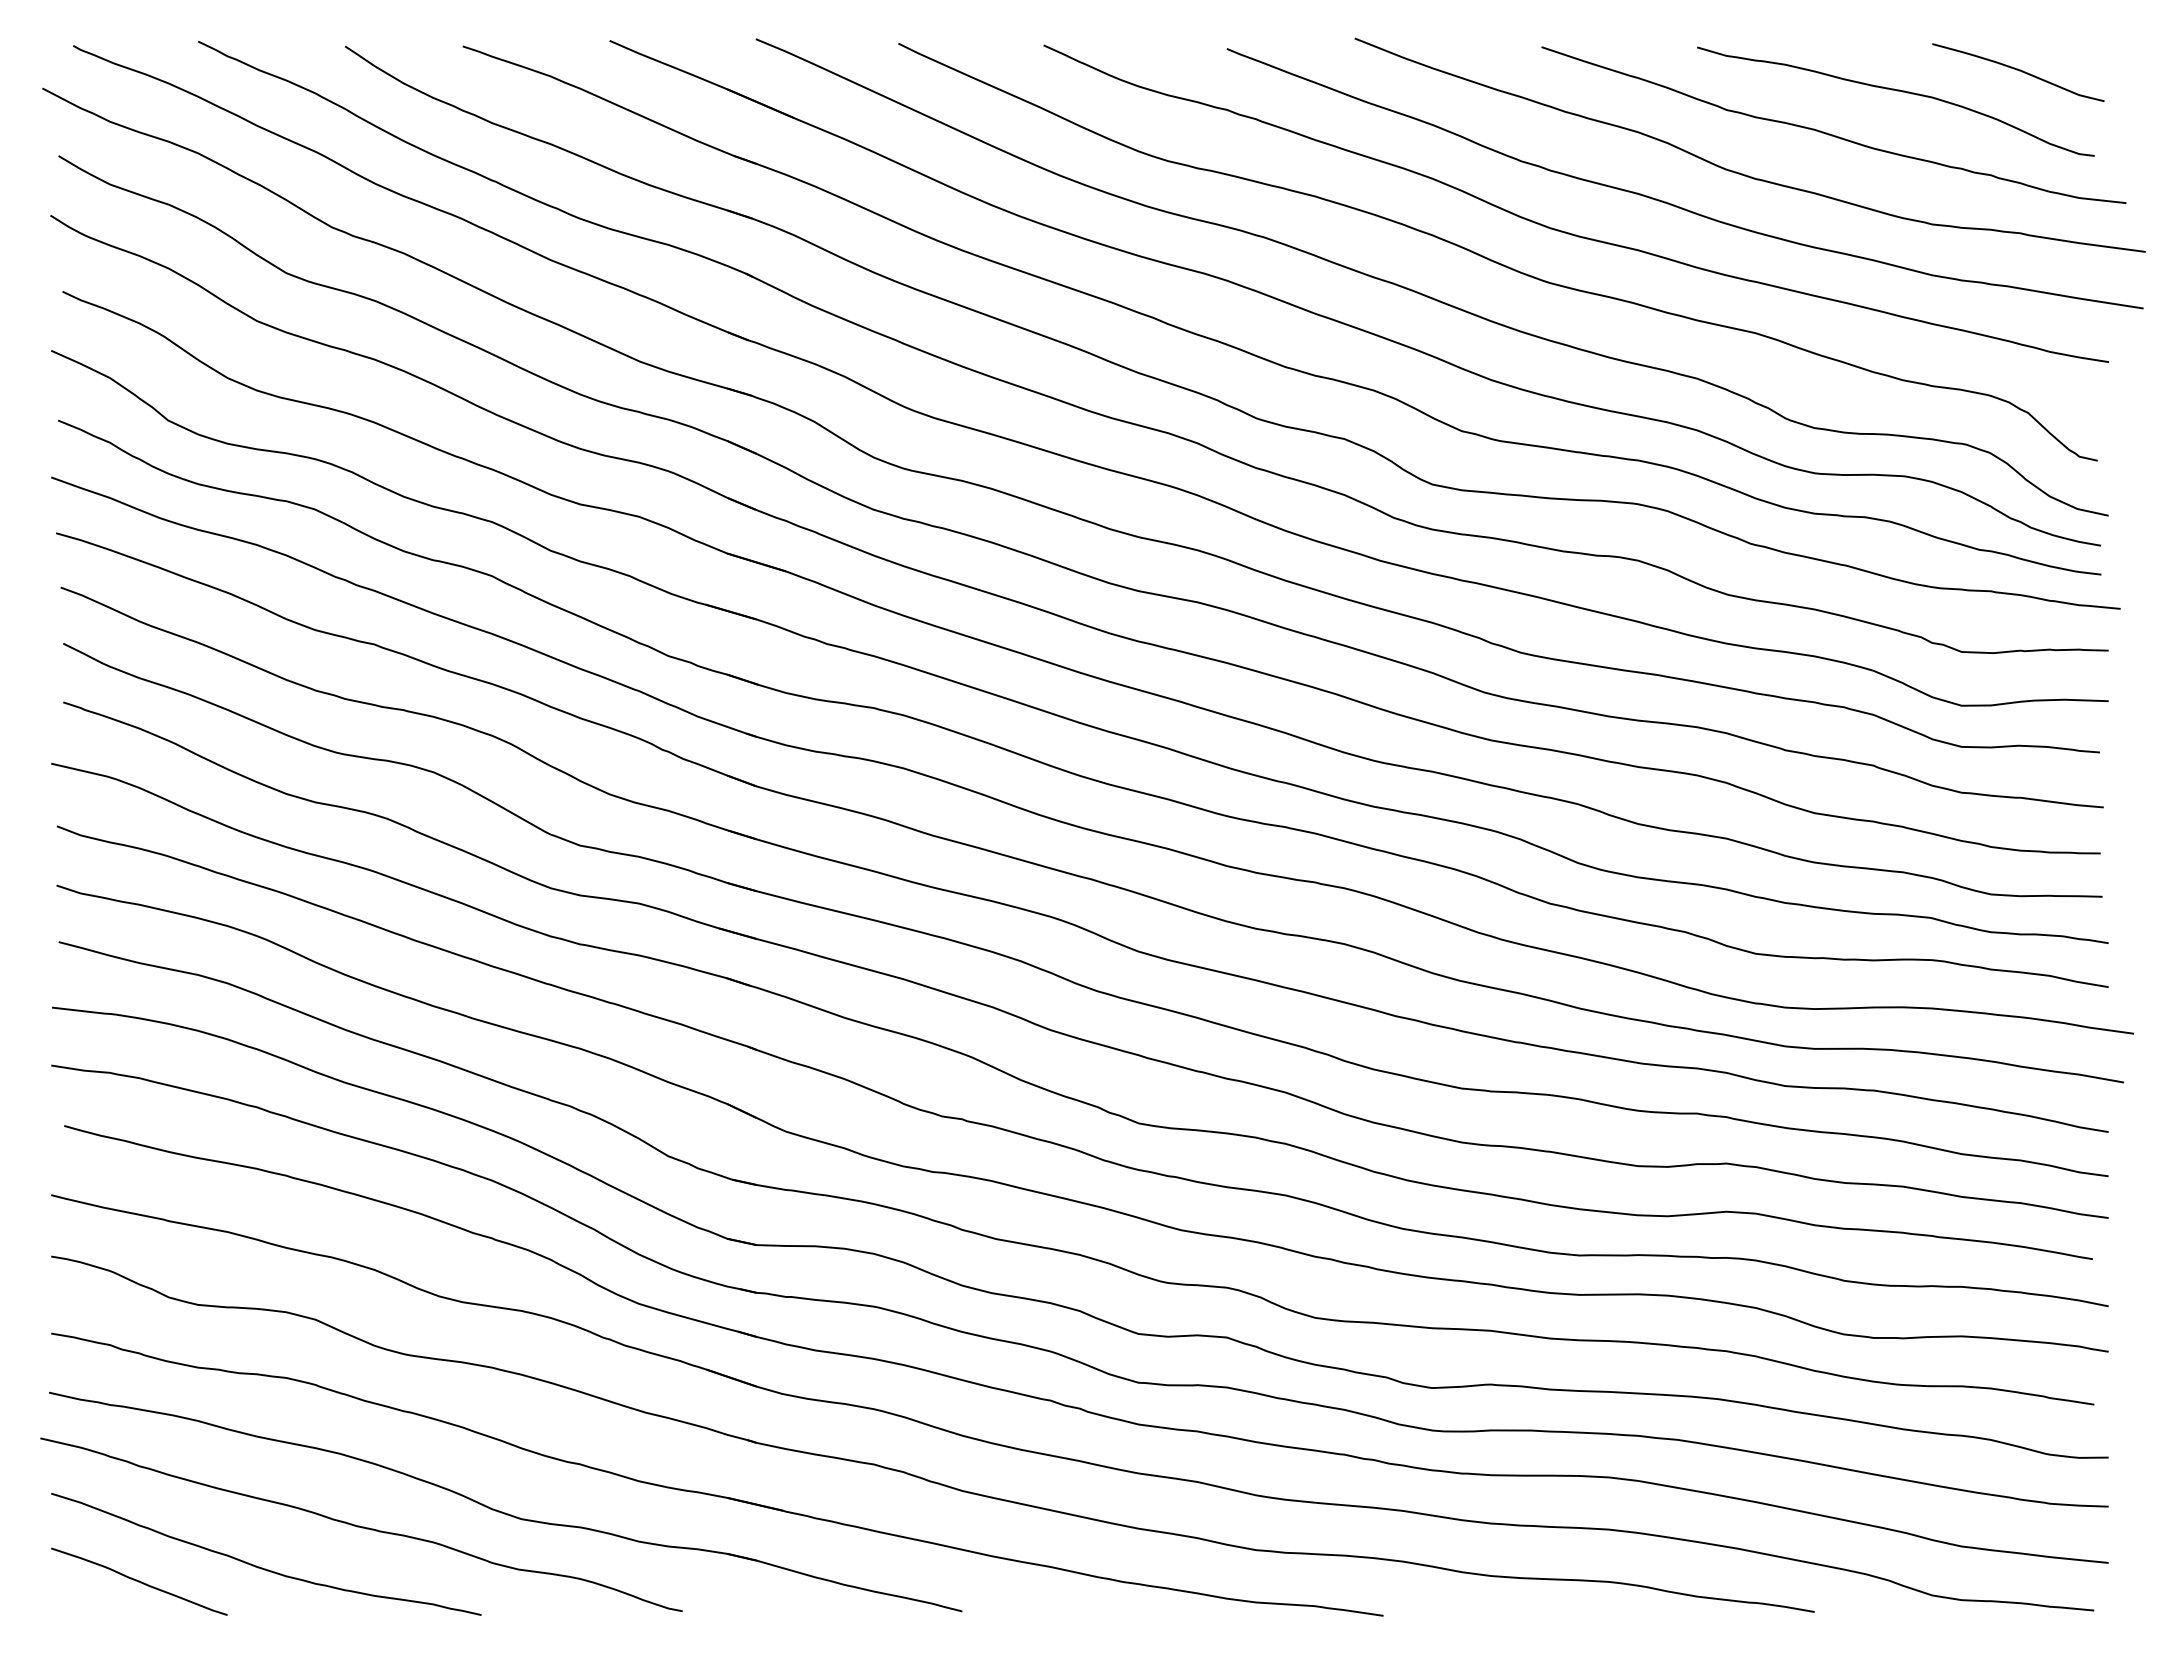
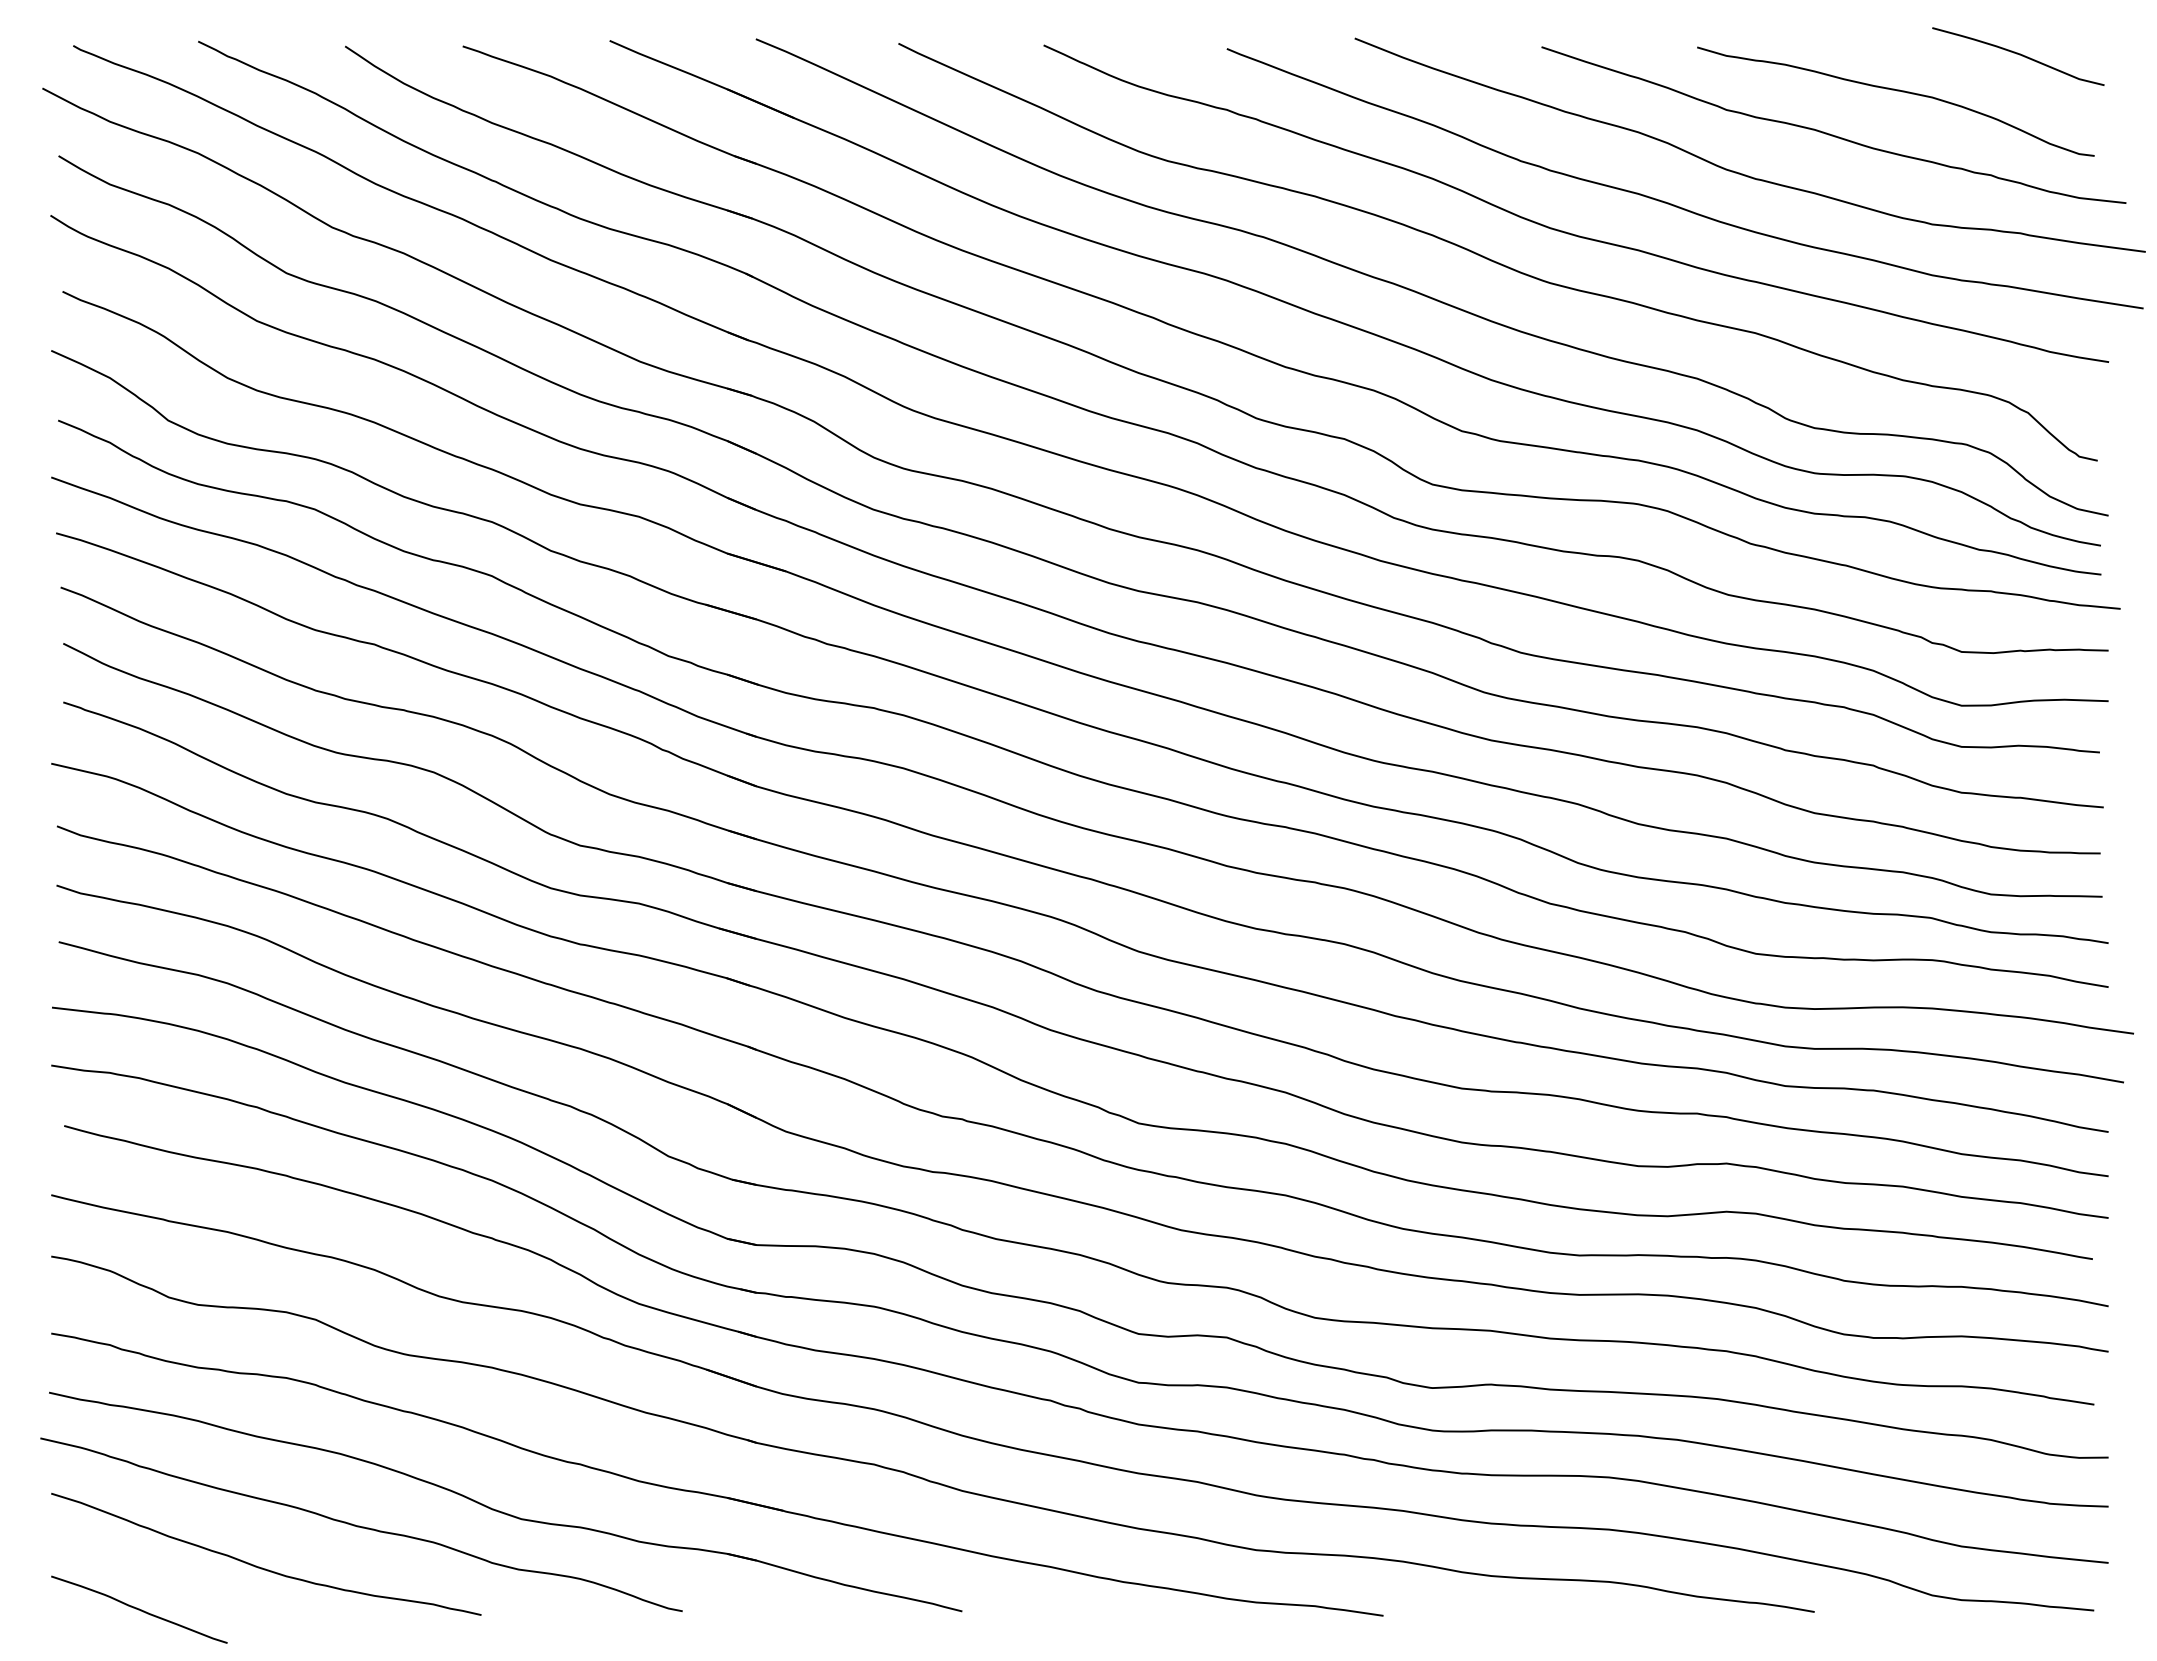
curve at (2019, 71) position: (2019, 71) -> (2019, 55)
curve at (139, 1581) position: (139, 1581) -> (139, 1609)
